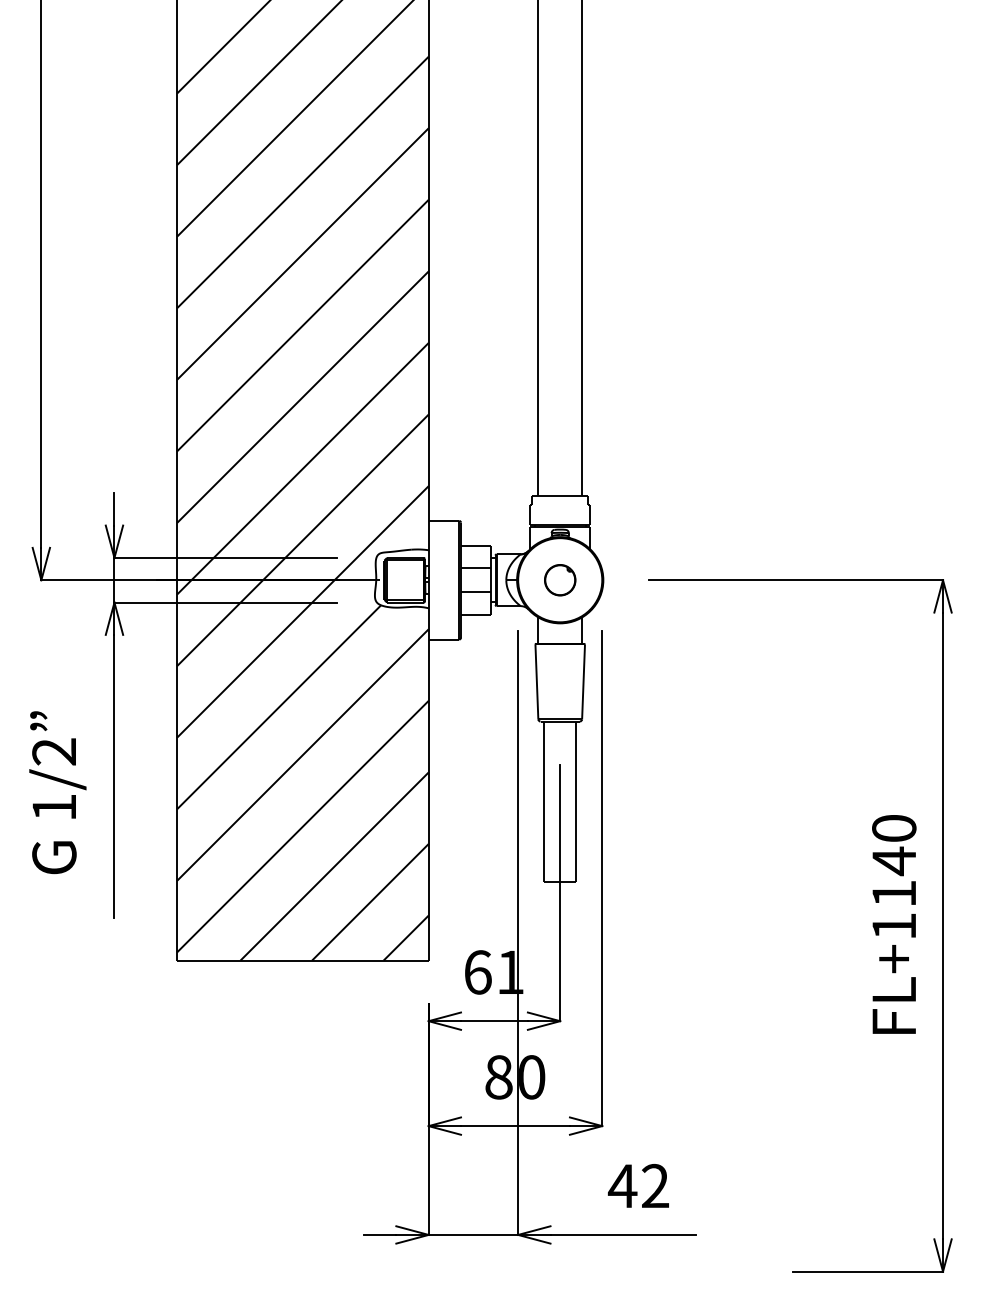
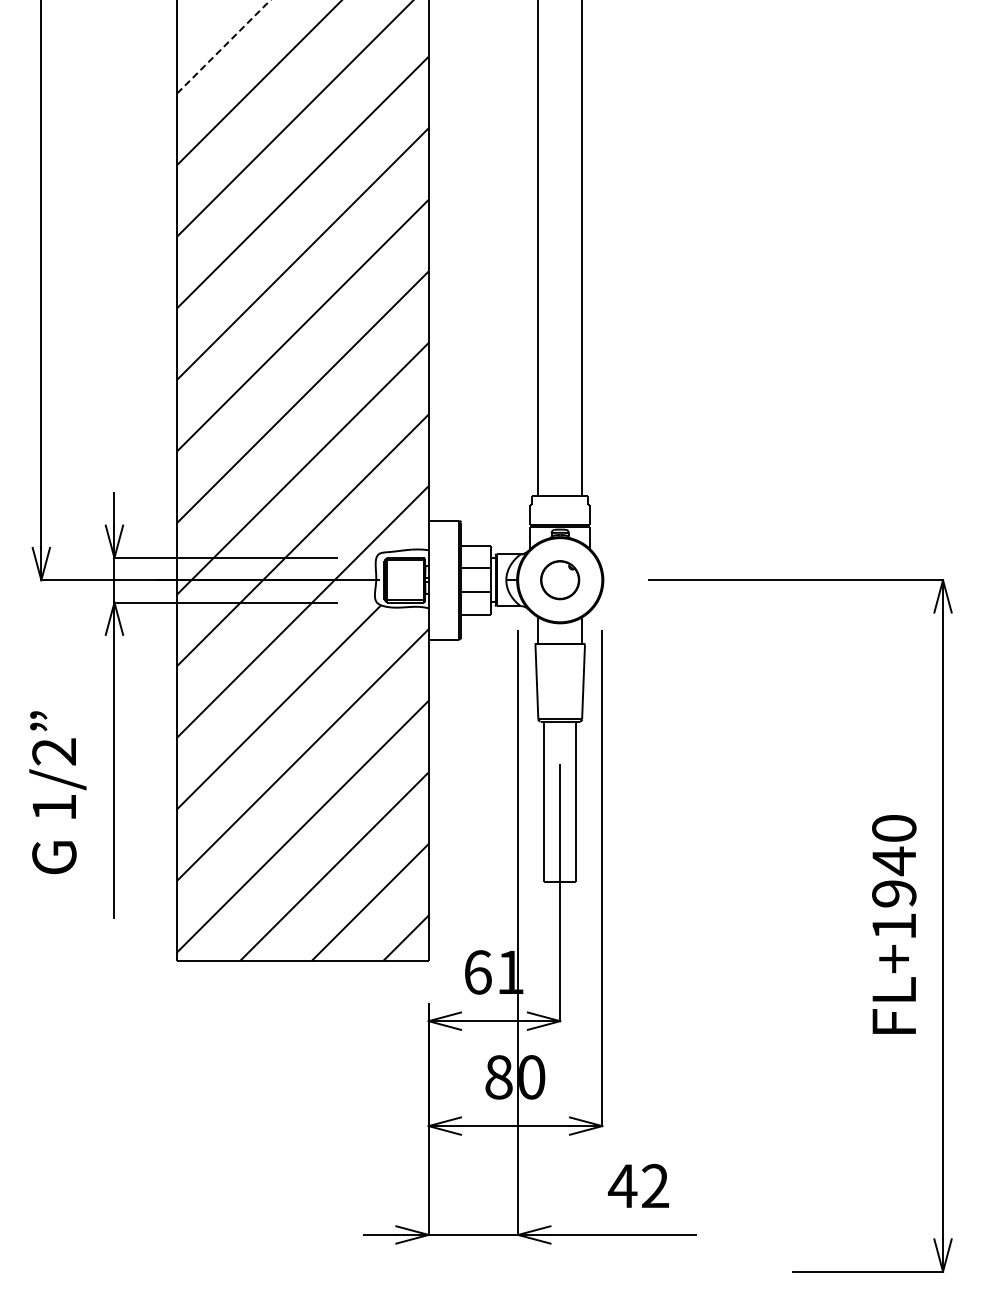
line at (223, 46): solid -> dashed
part at (560, 580) size: 33x33 px -> 41x41 px
text at (894, 893): FL+1140 -> FL+1940
